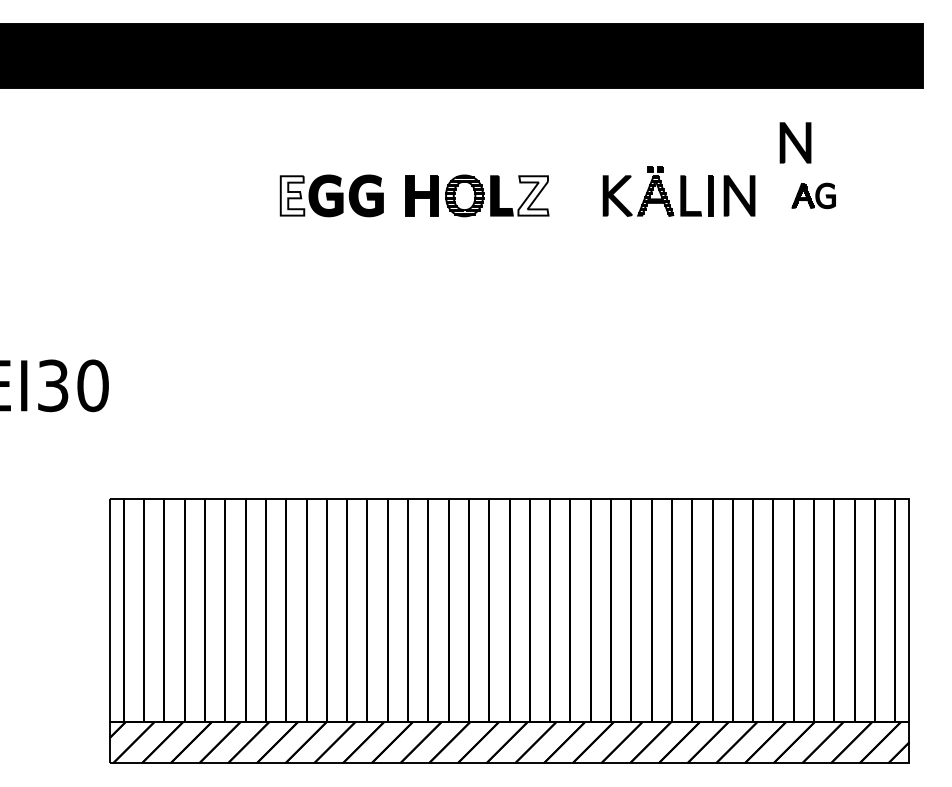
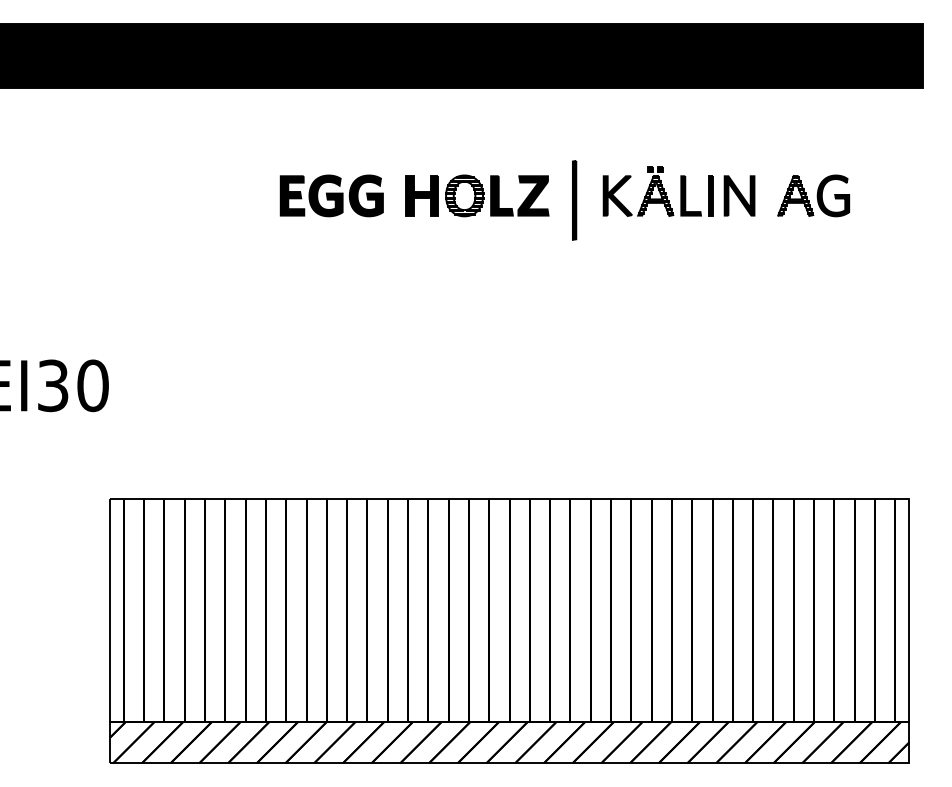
part at (795, 142): present -> none
fill at (292, 195): none -> present
fill at (533, 195): none -> present
part at (813, 195) size: 45x28 px -> 74x44 px
part at (574, 200): none -> present
